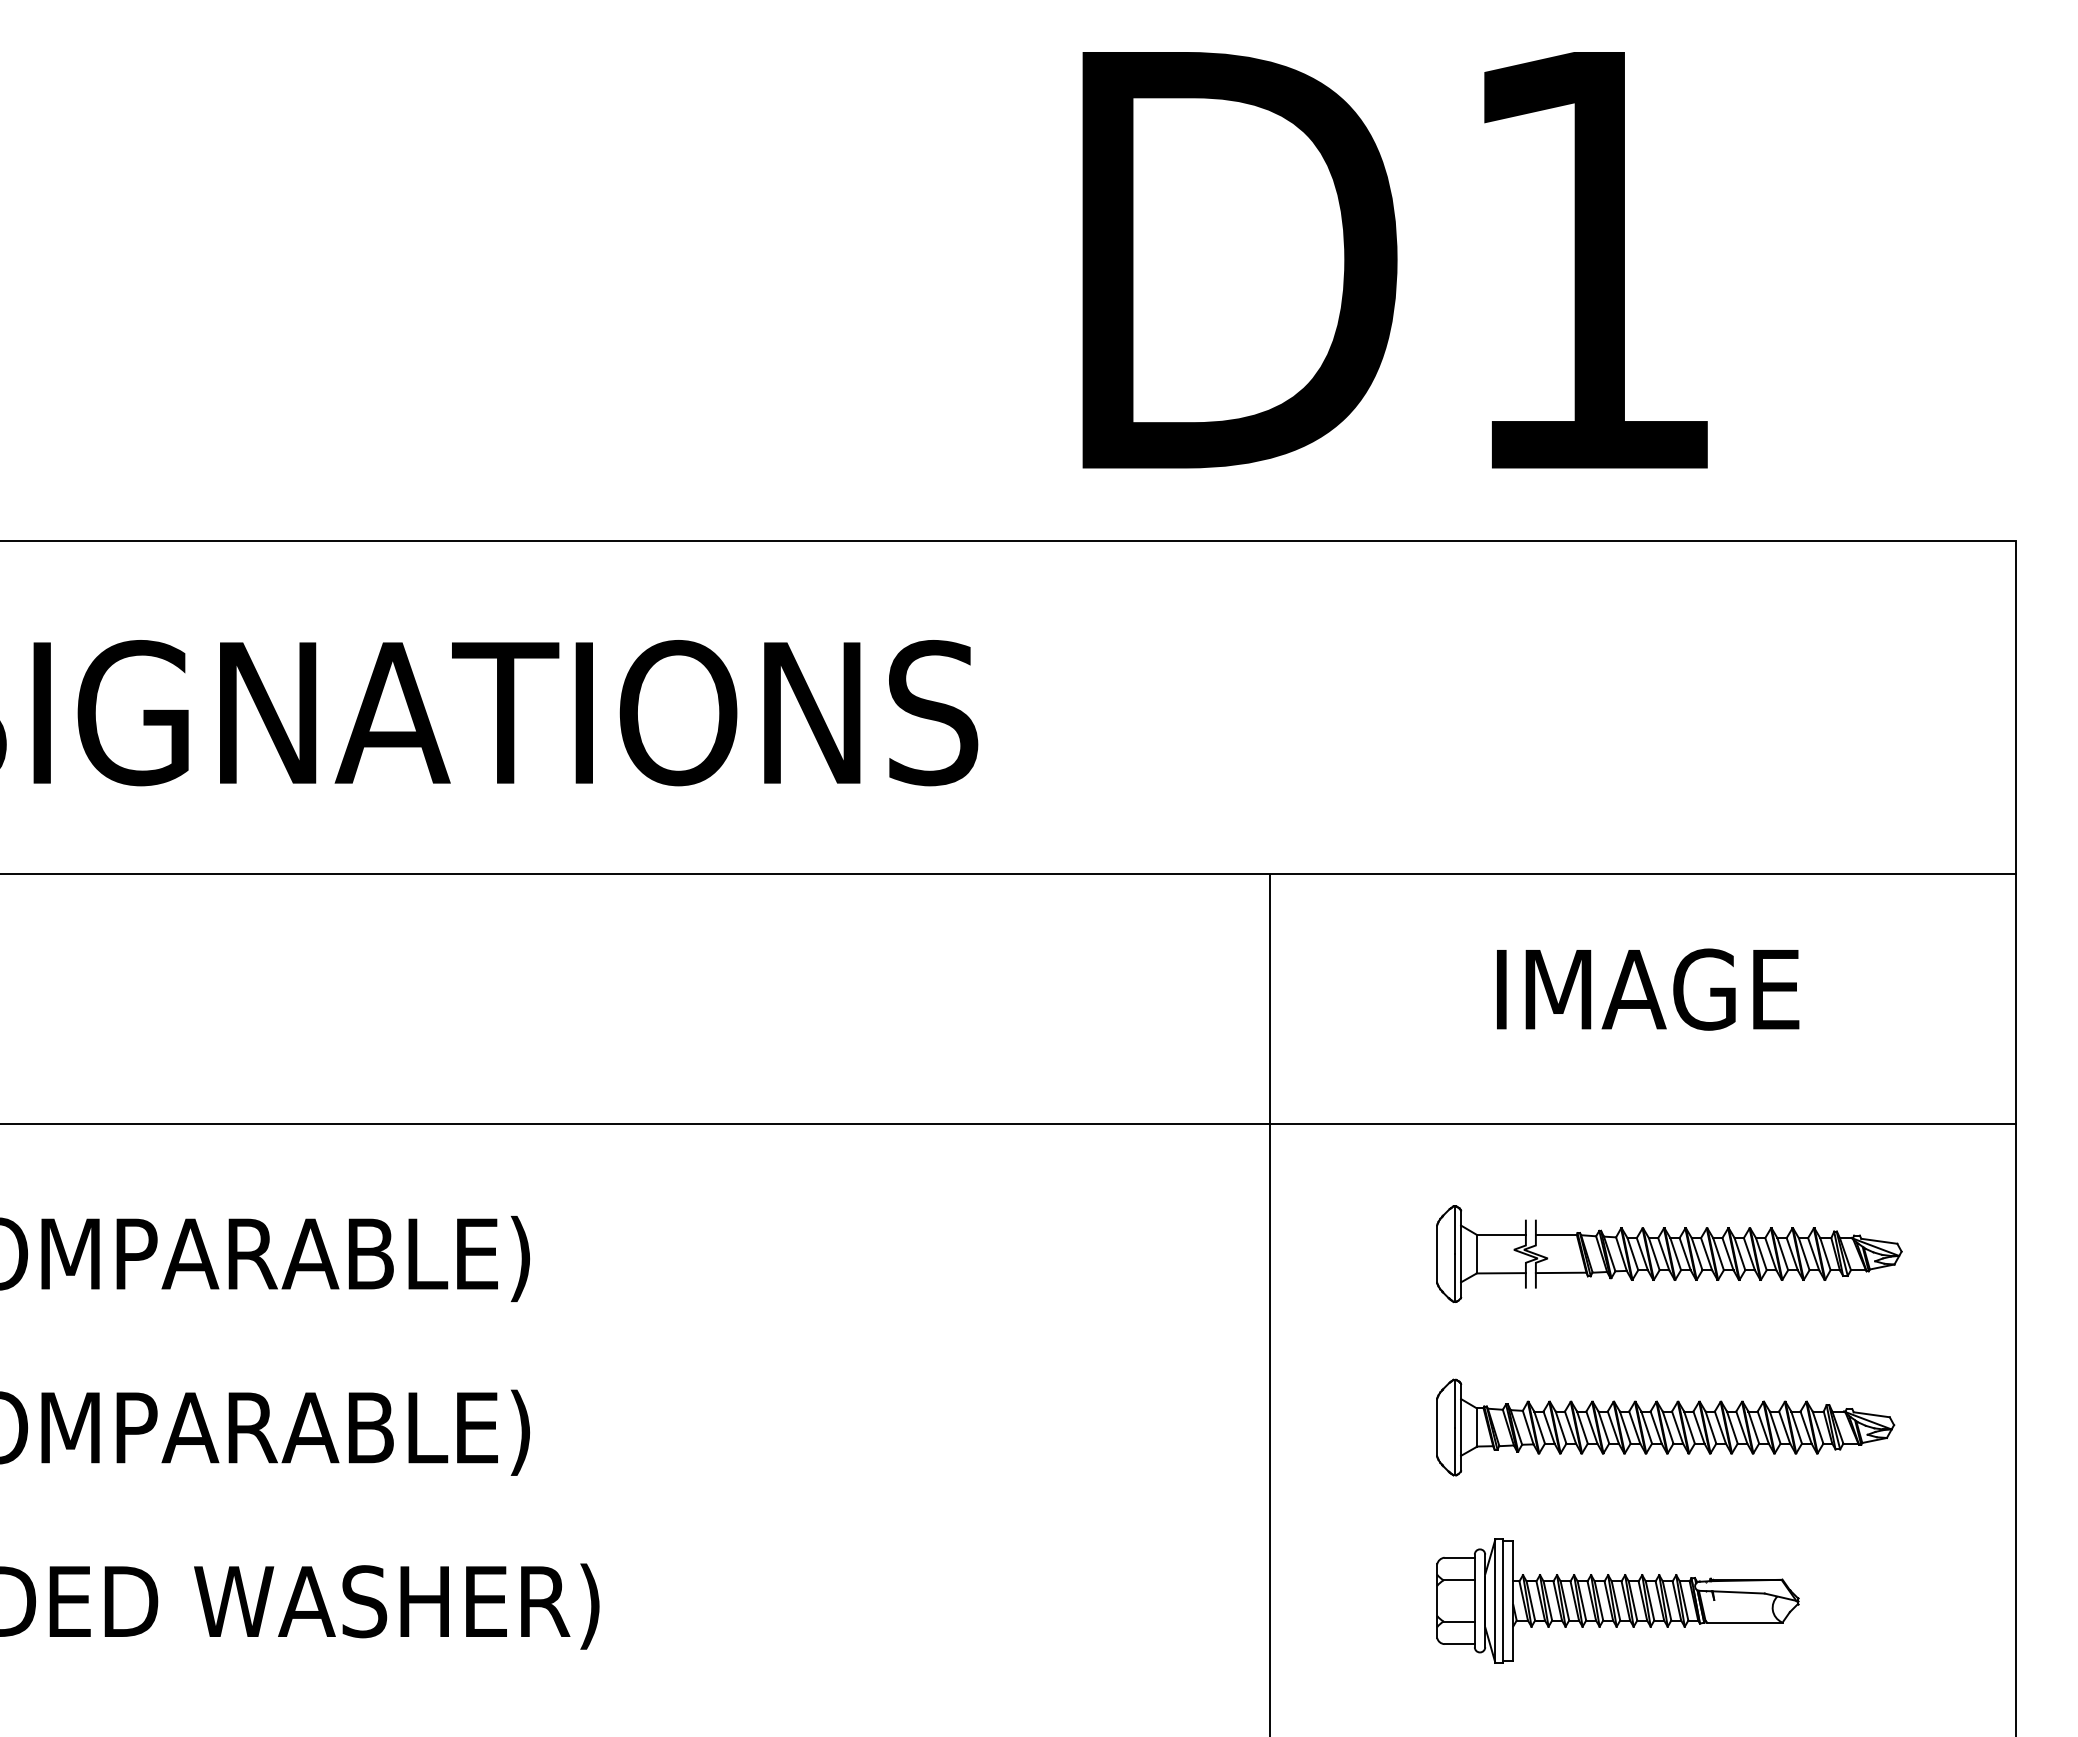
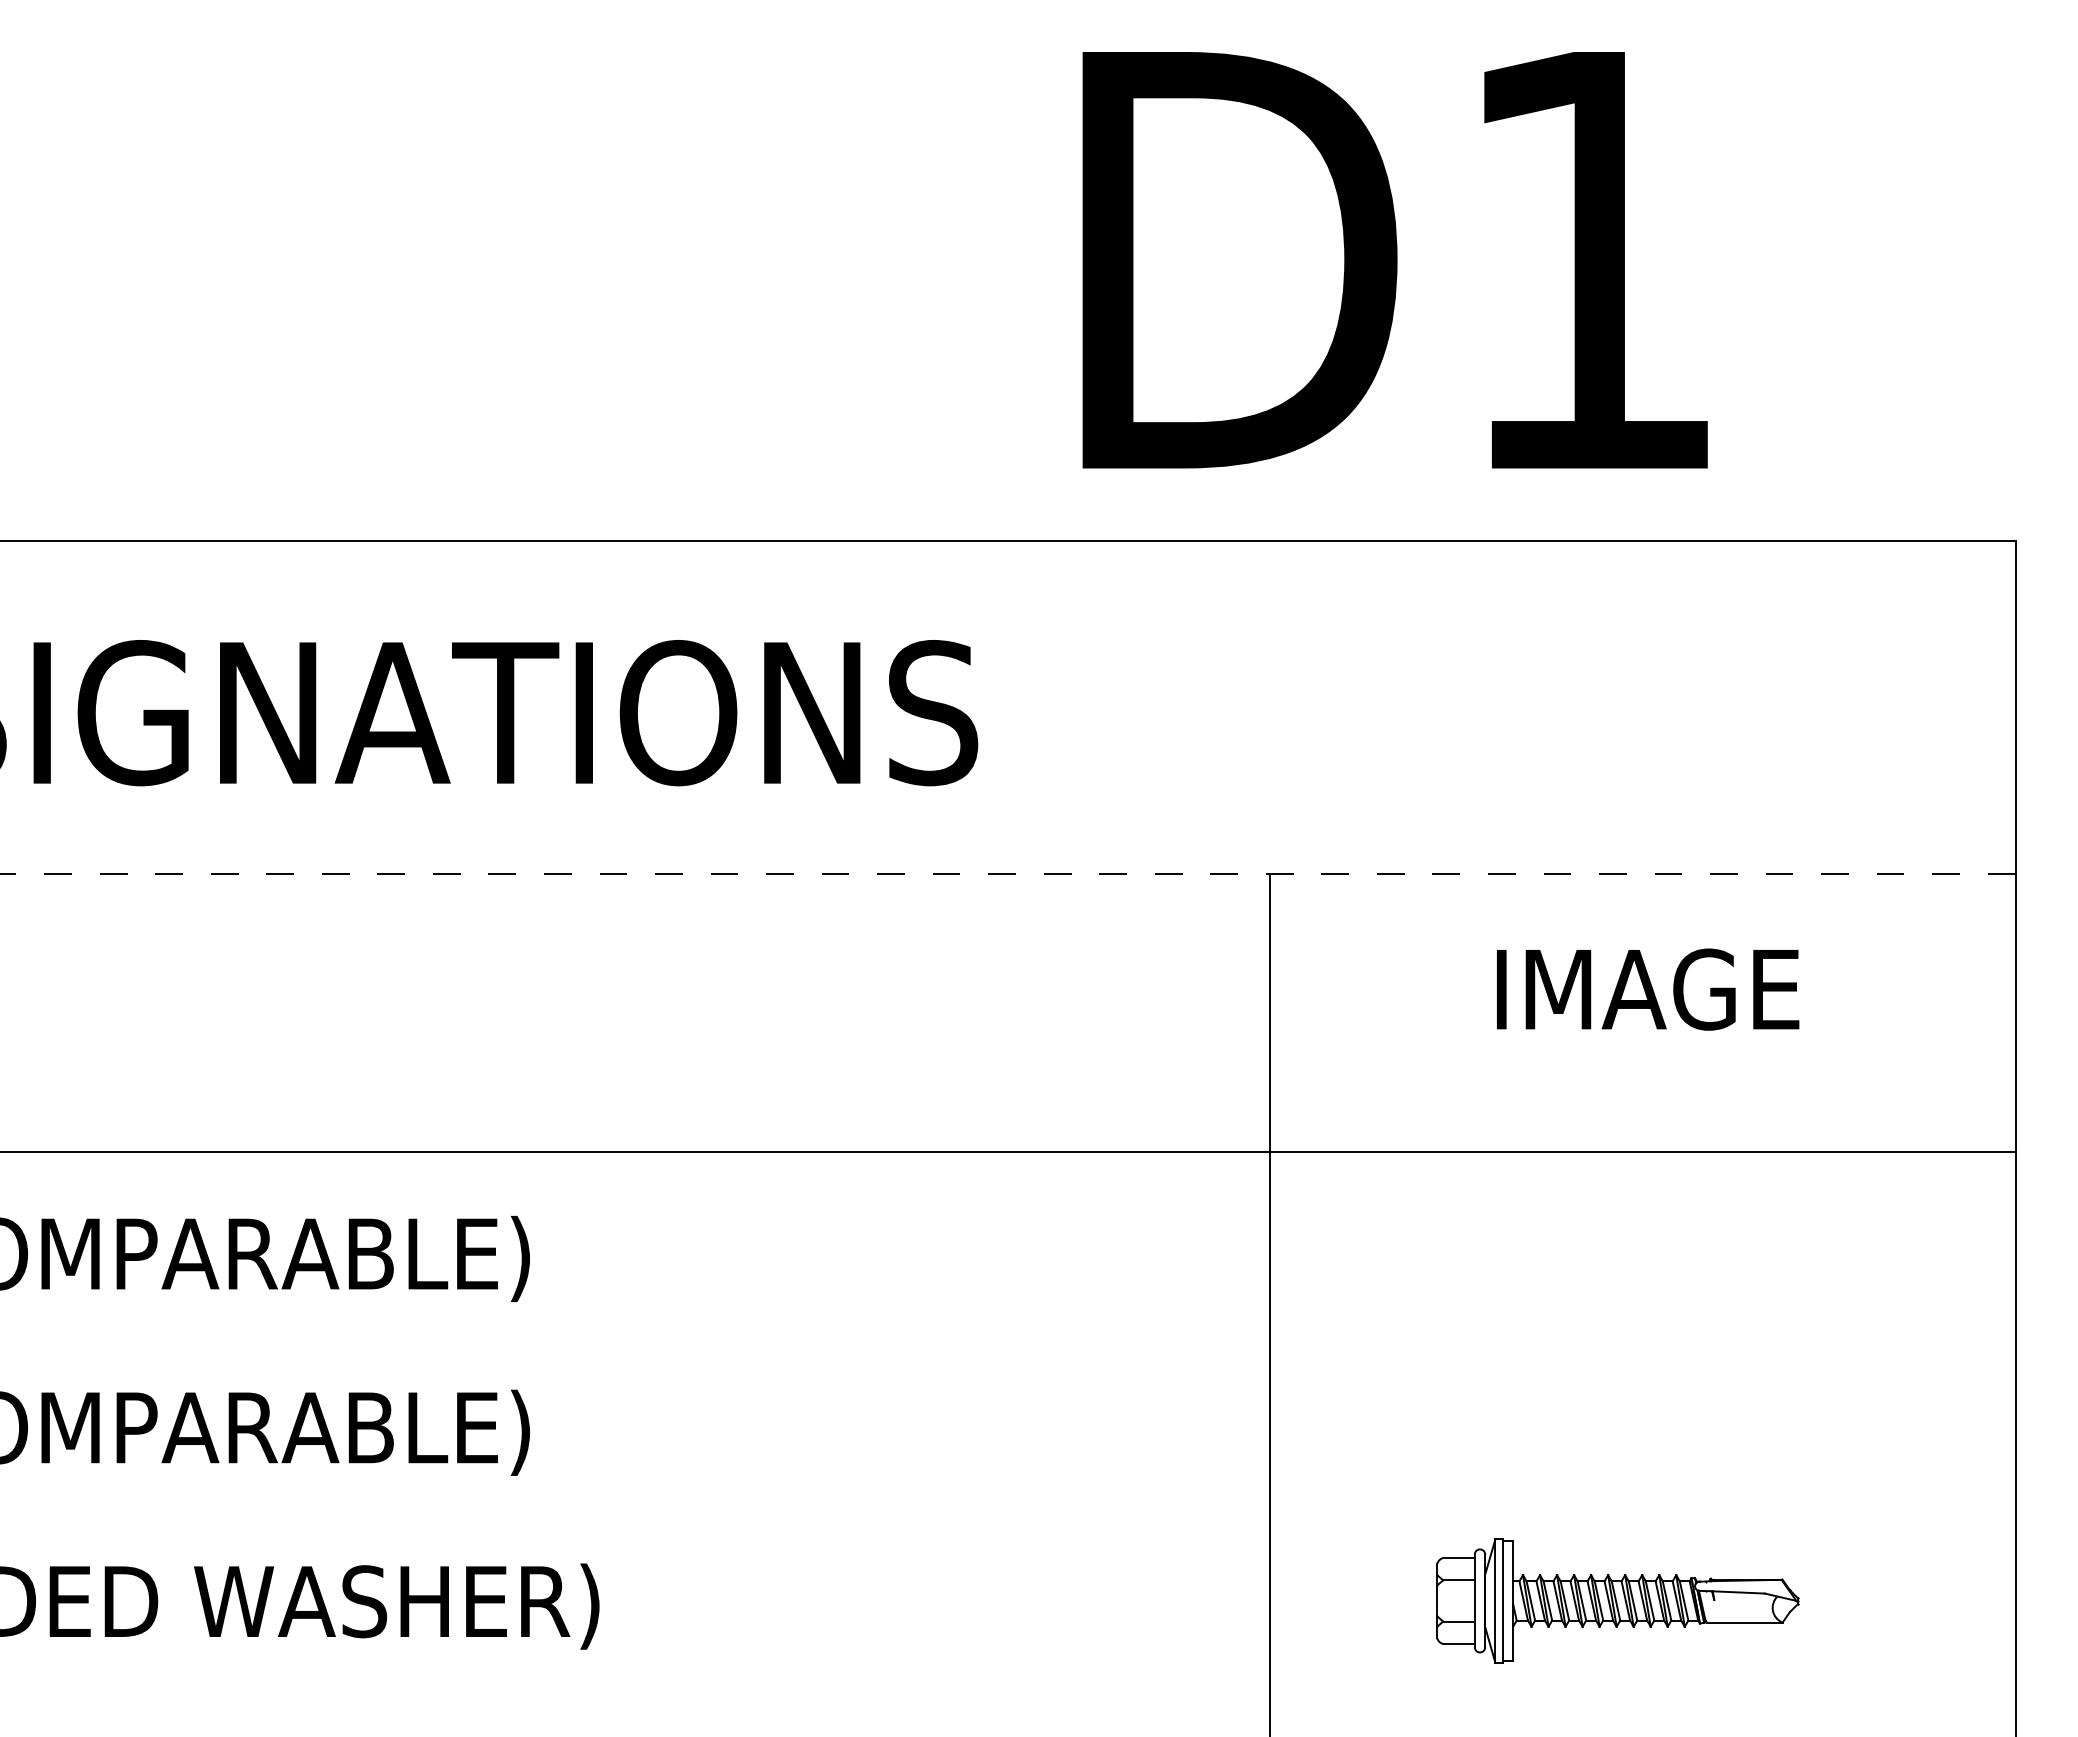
line at (1008, 873): solid -> dashed
line at (1008, 1123) position: (1008, 1123) -> (1008, 1151)
part at (1669, 1254): present -> none
part at (1665, 1427): present -> none
